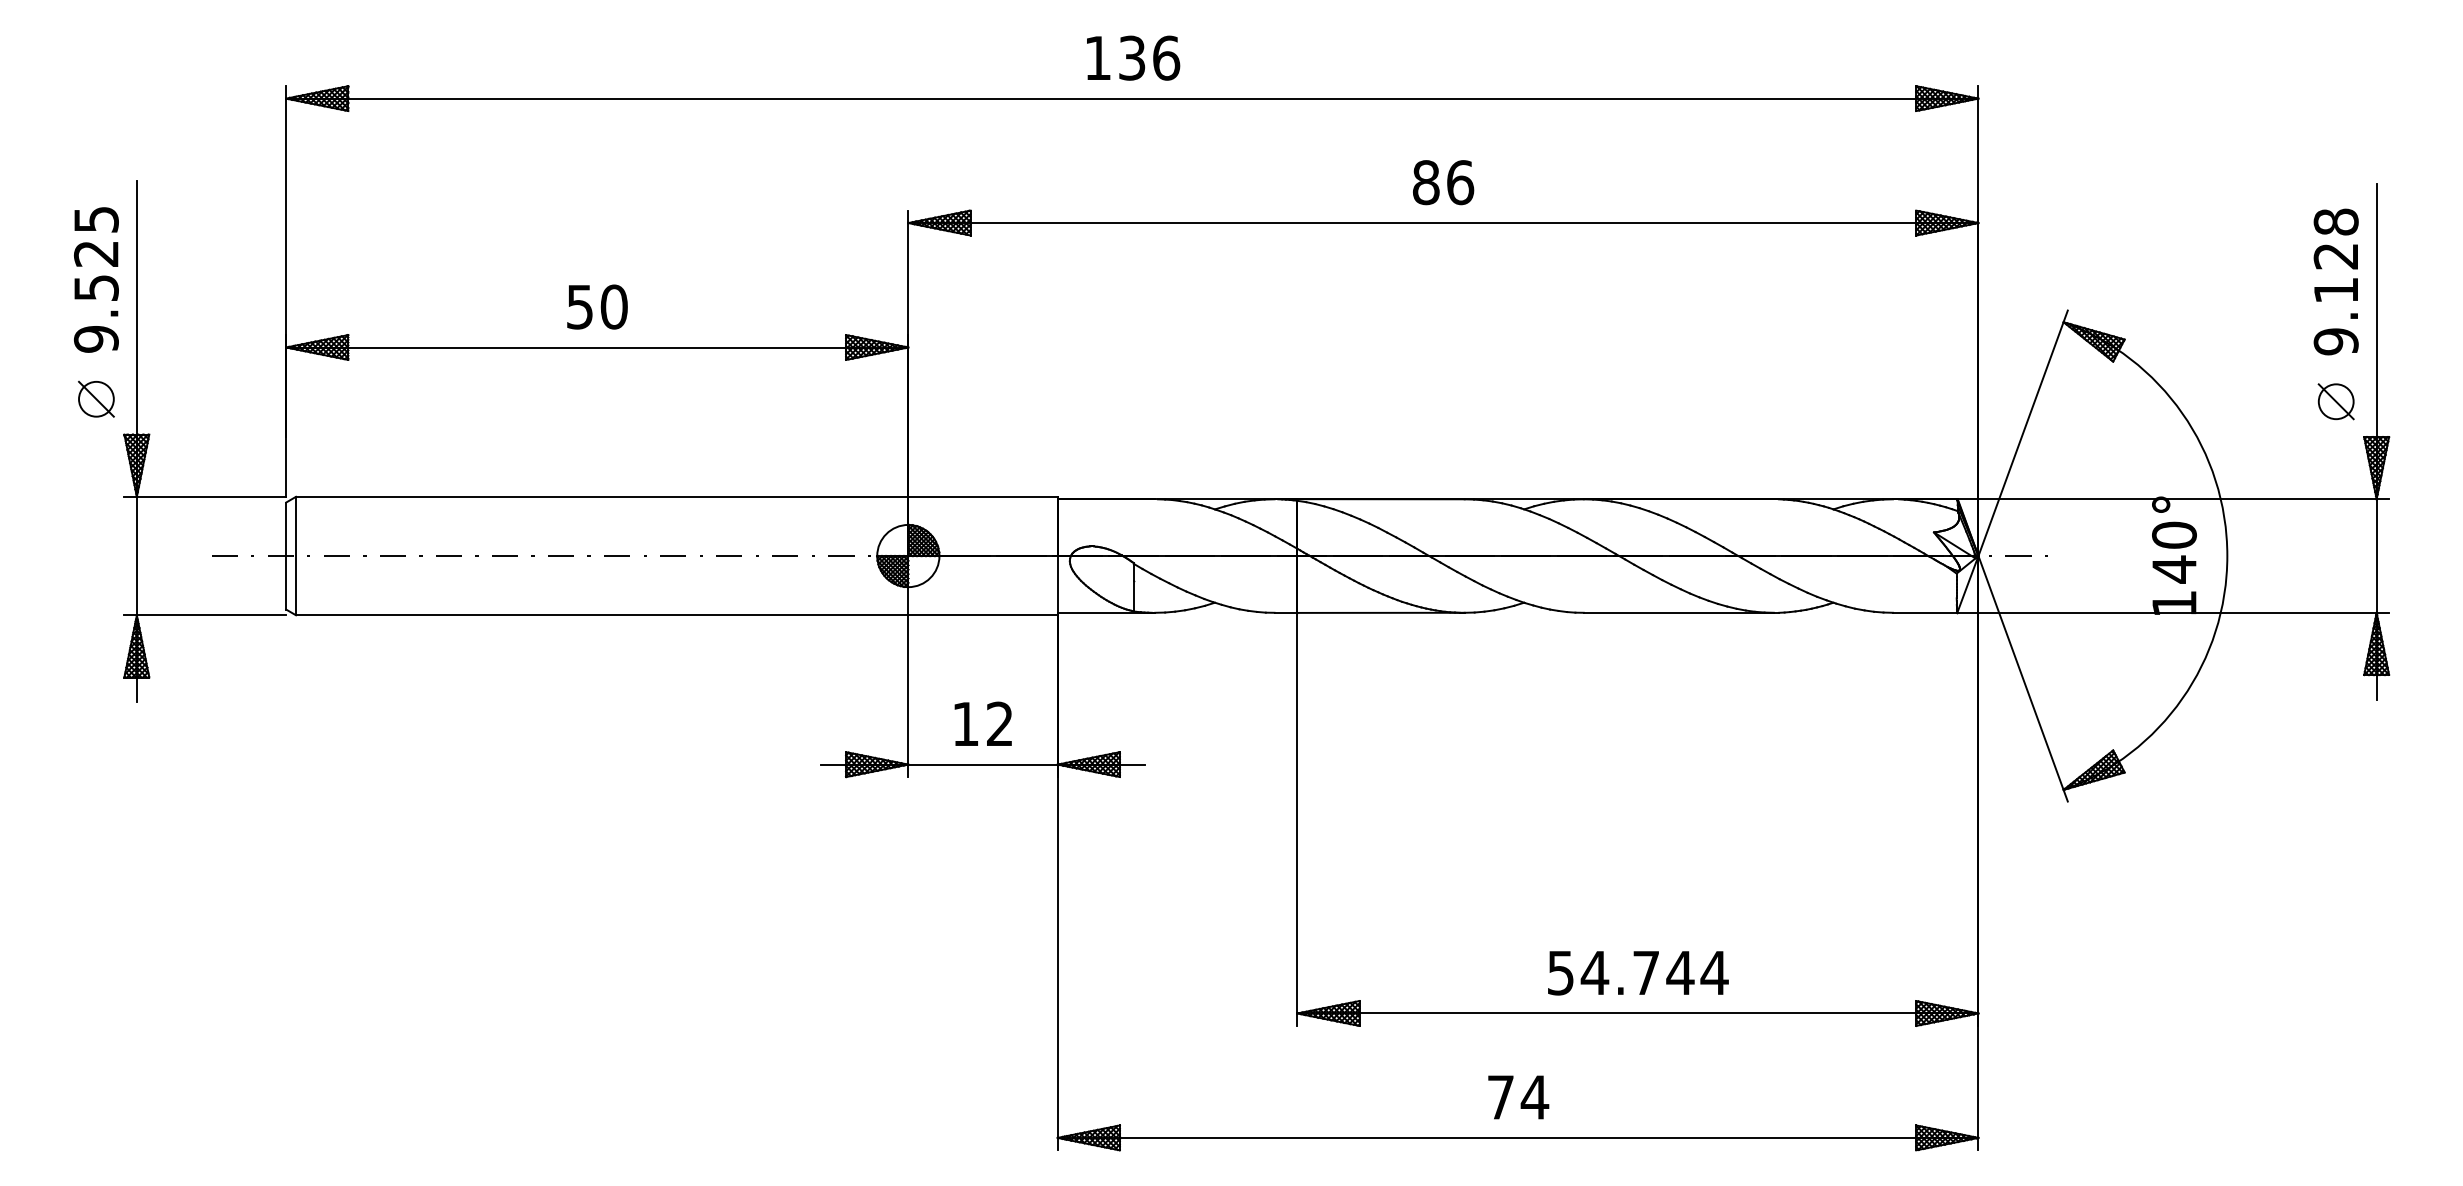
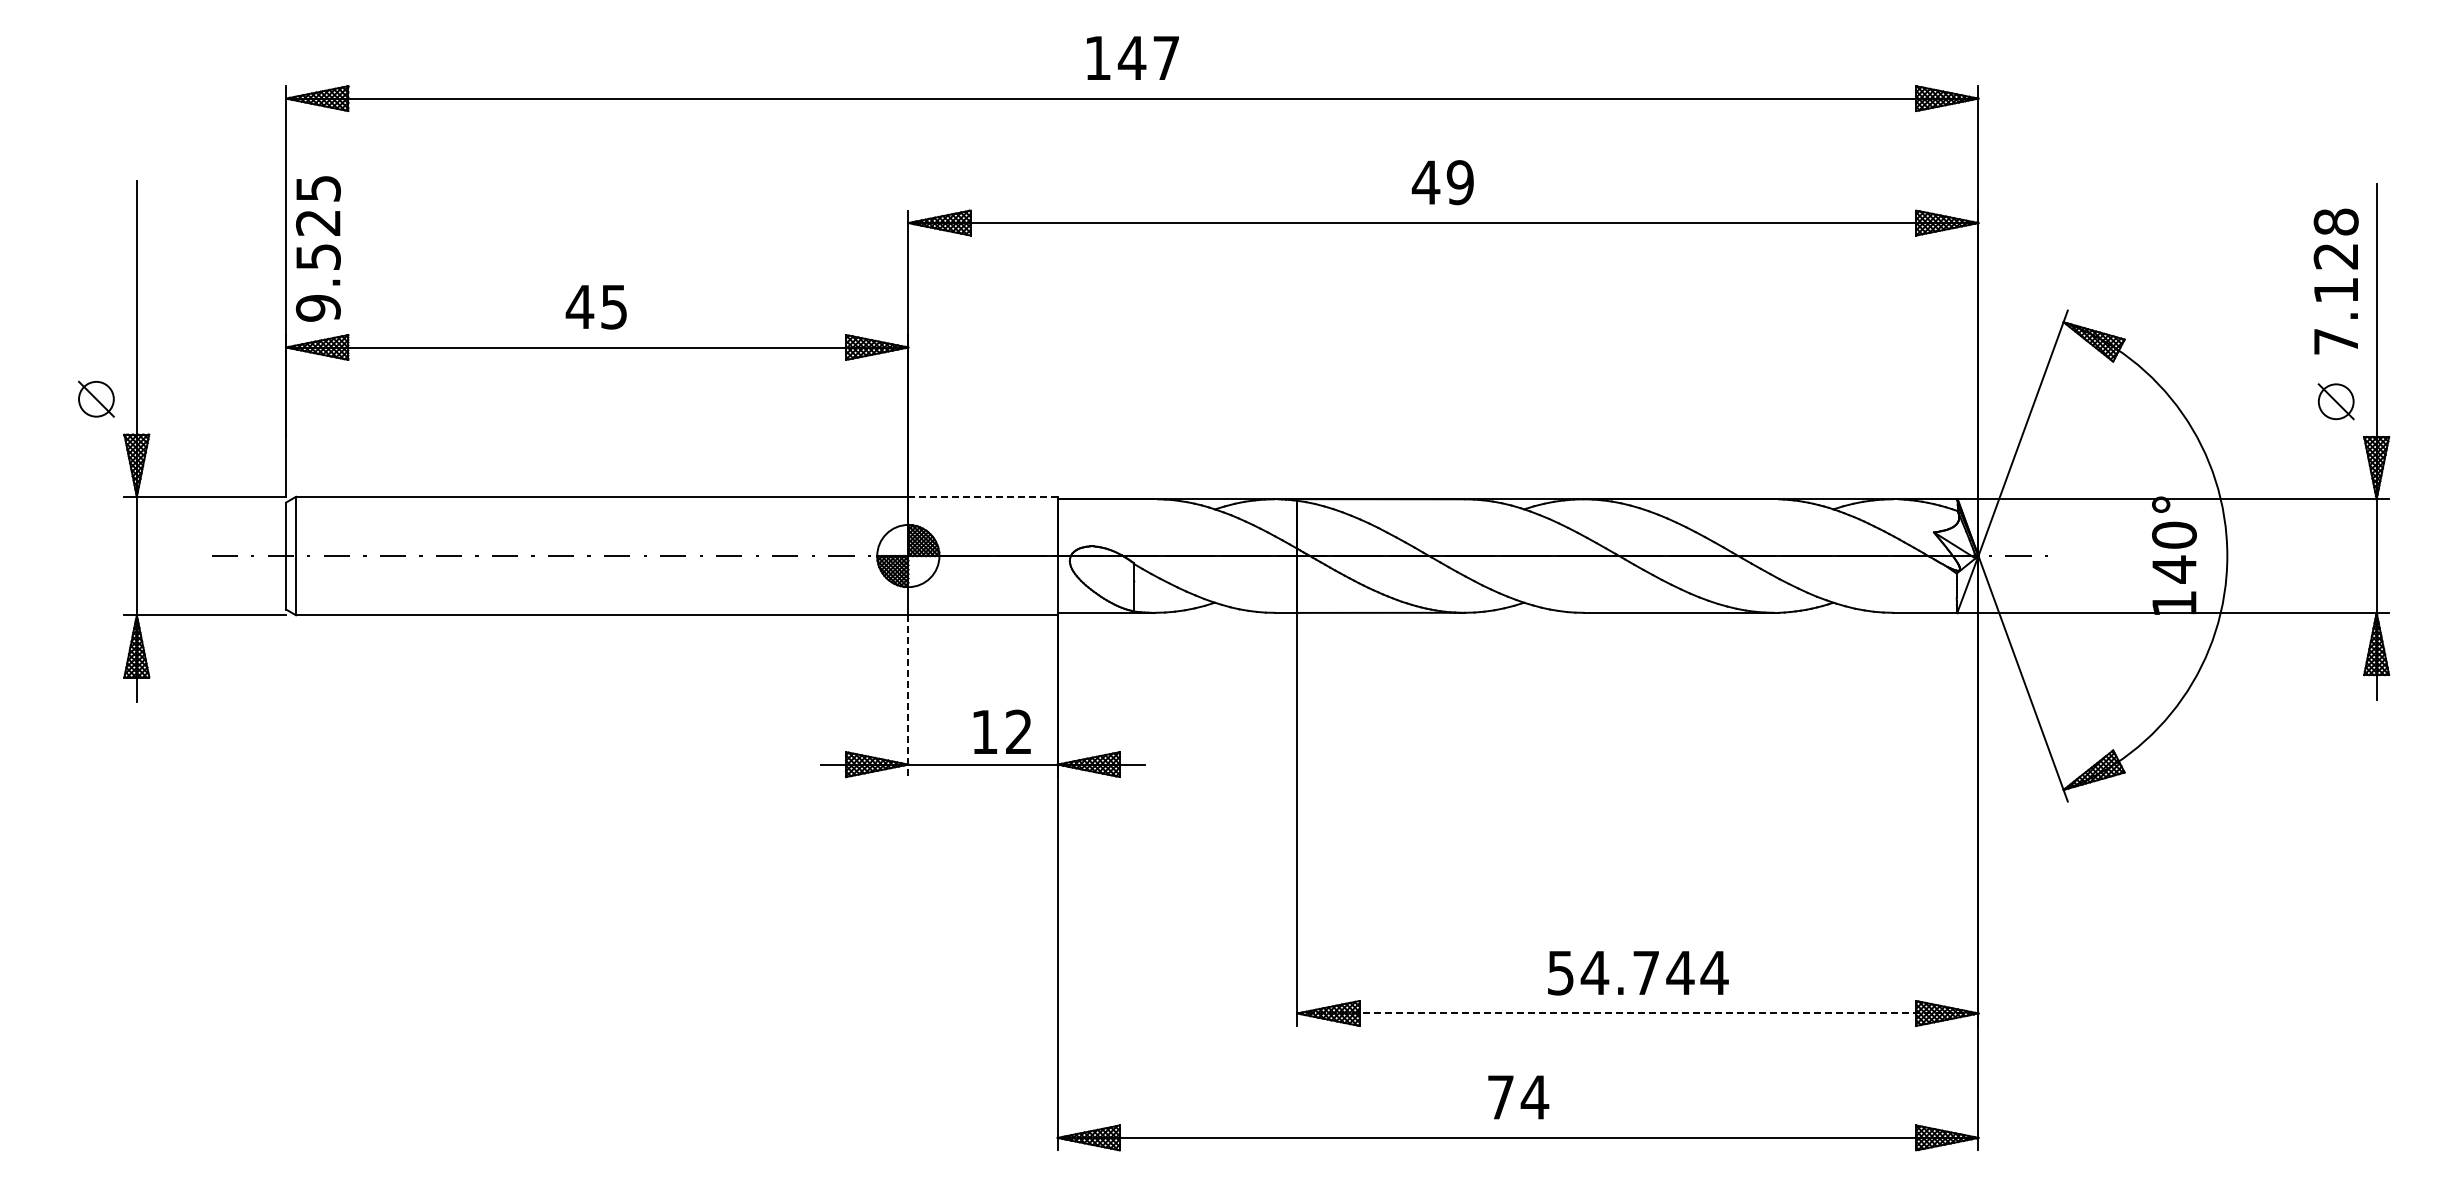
text at (1148, 57): 136 -> 147
text at (1442, 182): 86 -> 49
text at (96, 279) position: (96, 279) -> (318, 248)
text at (596, 306): 50 -> 45
text at (2335, 341): 9.128 -> 7.128
line at (983, 496): solid -> dashed
line at (908, 696): solid -> dashed
text at (982, 723) position: (982, 723) -> (1001, 731)
line at (1637, 1013): solid -> dashed
